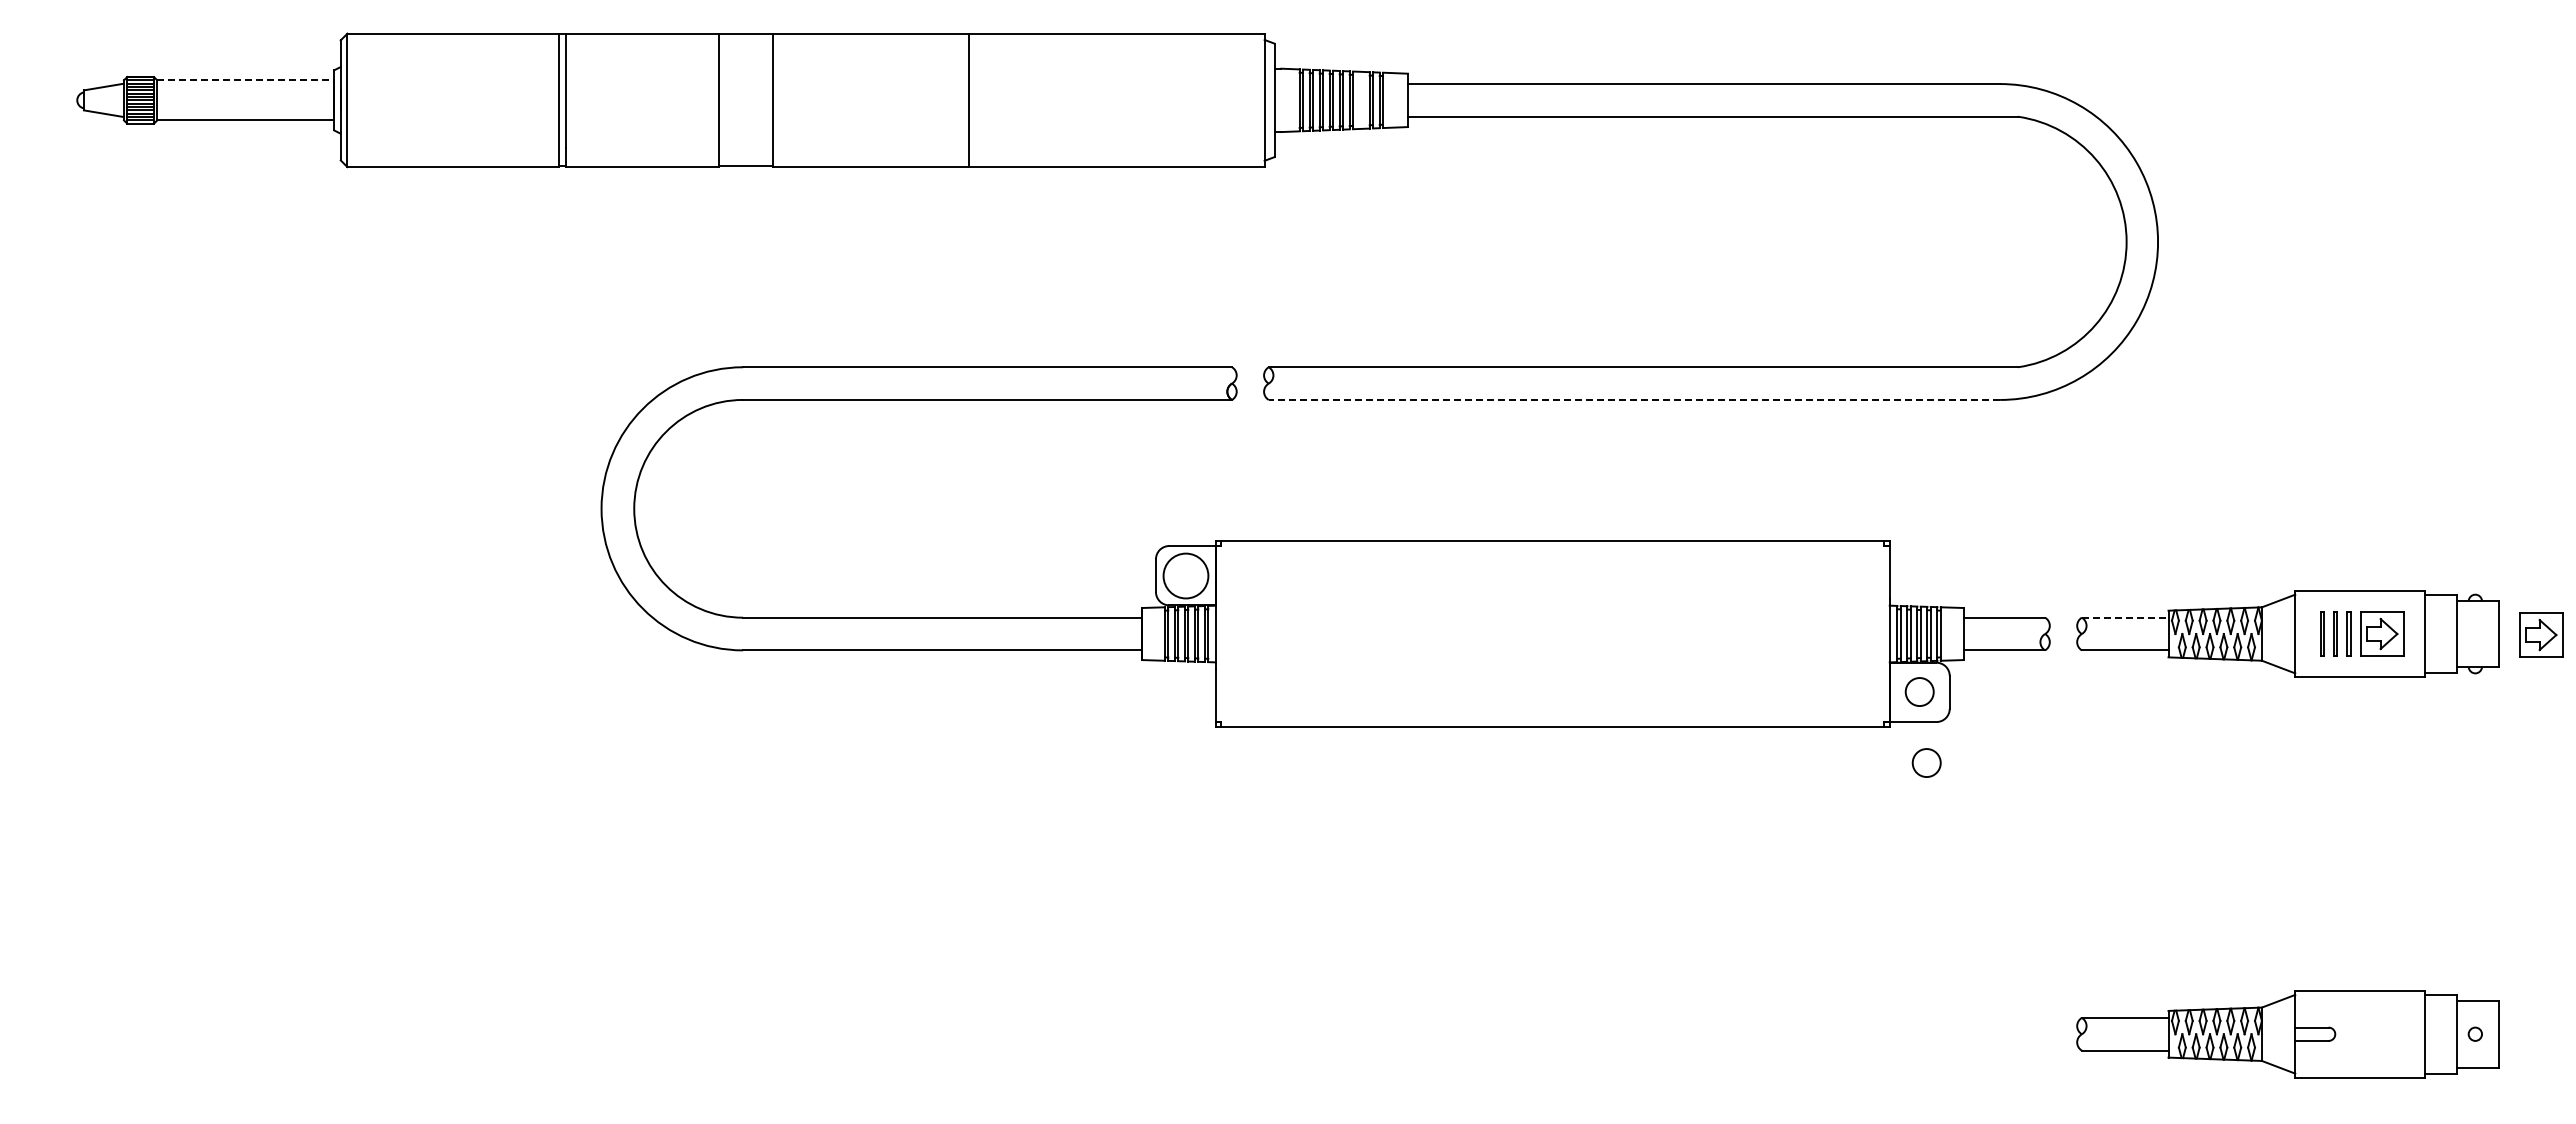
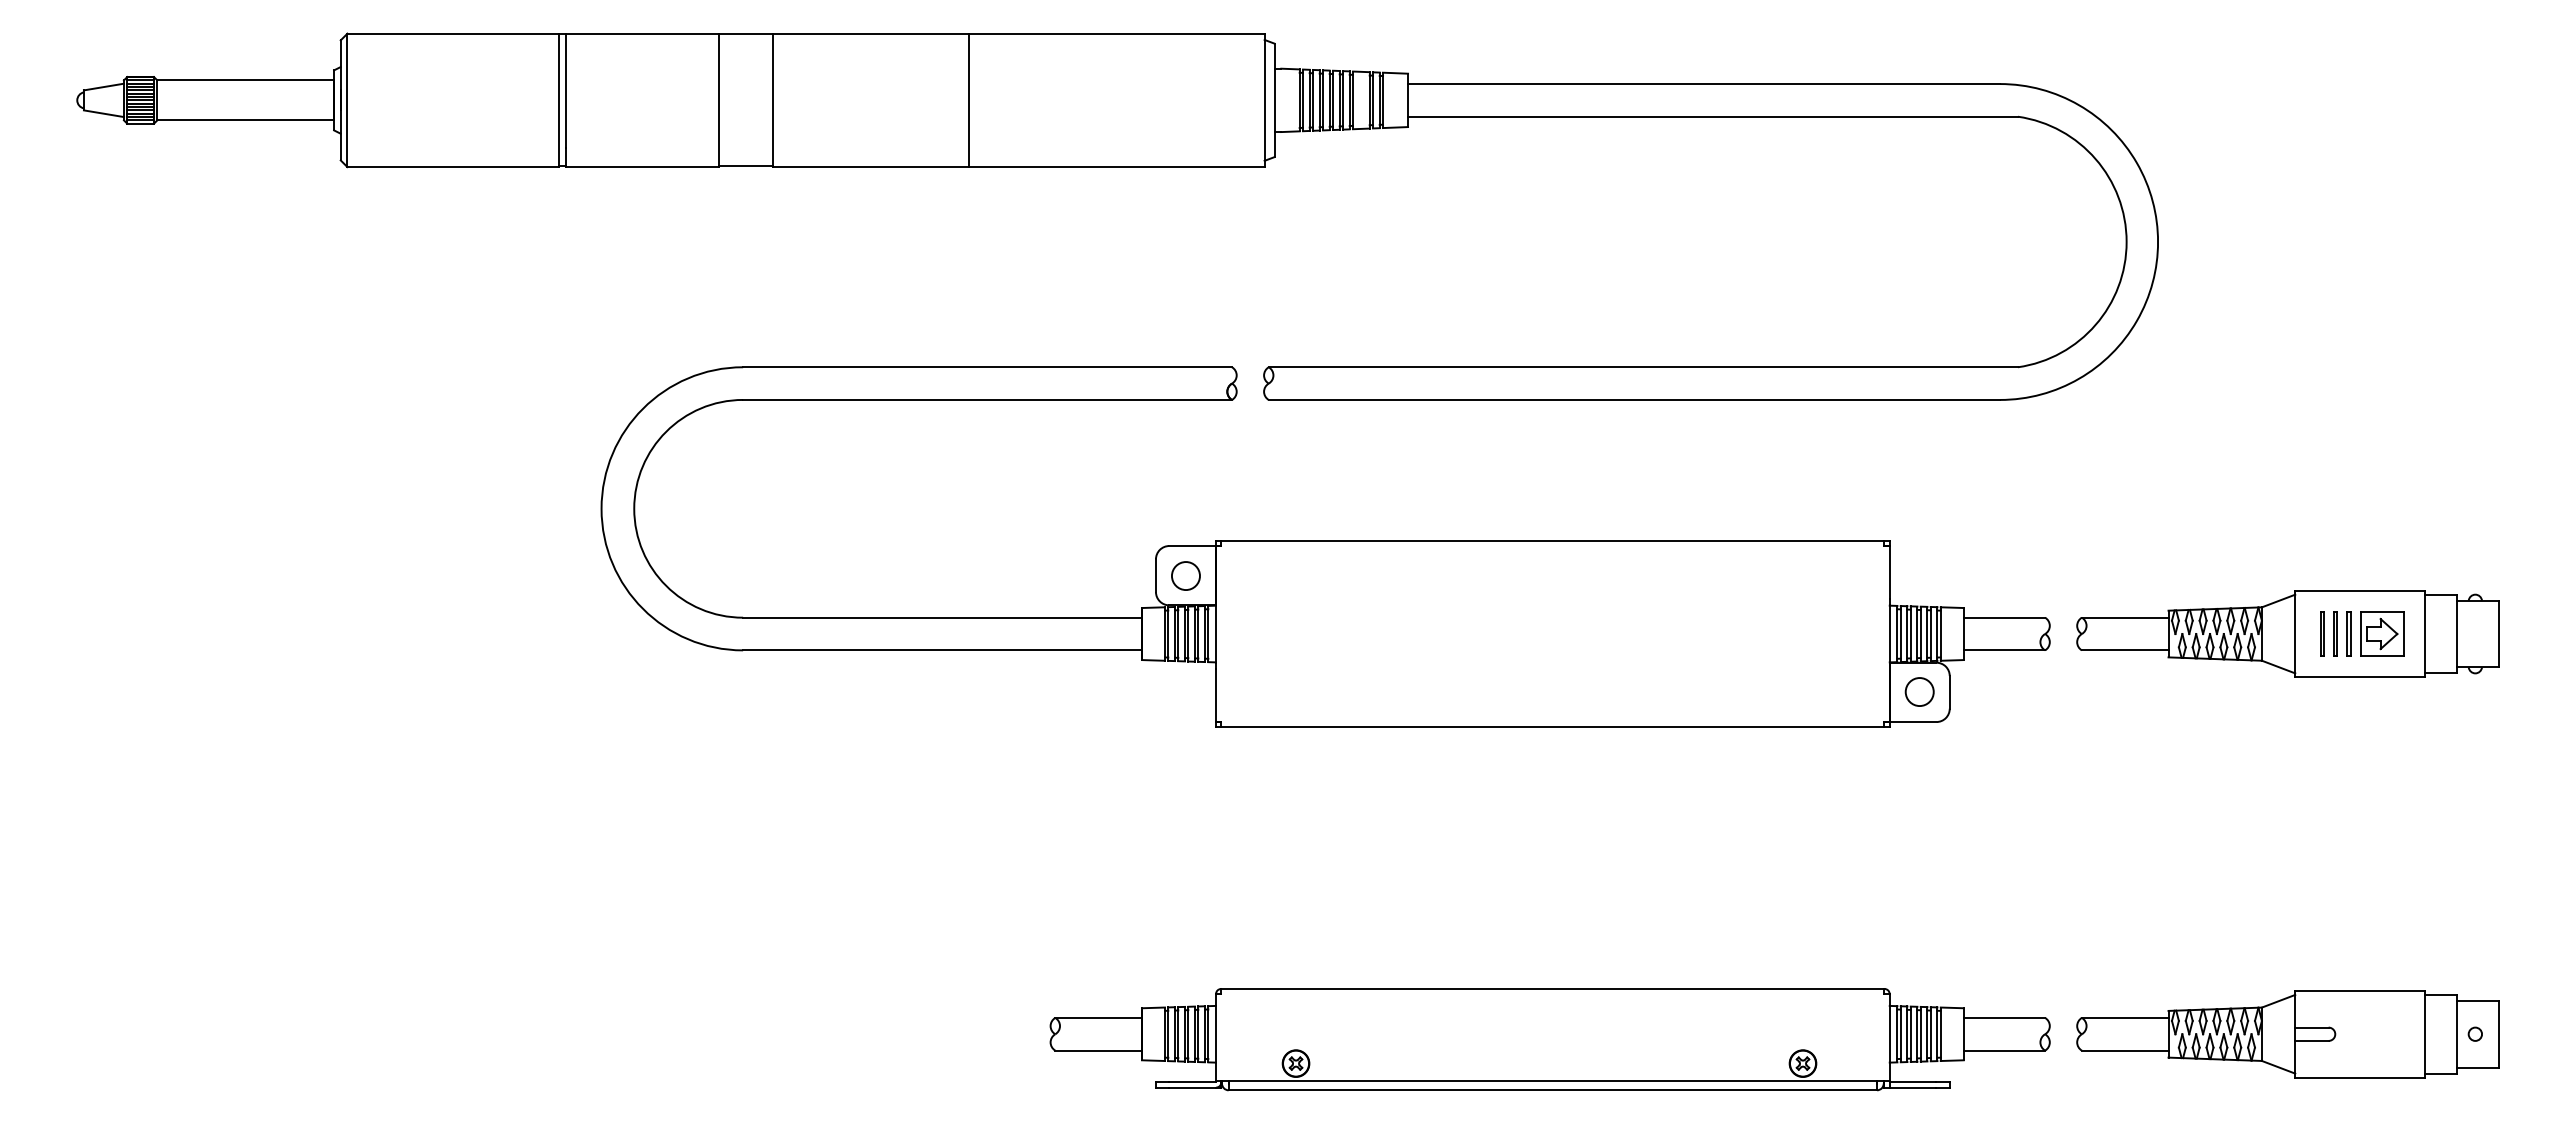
line at (246, 80): dashed -> solid
line at (1634, 399): dashed -> solid
circle at (1185, 575) diameter: 45 px -> 28 px
line at (2125, 617): dashed -> solid
part at (2541, 634): present -> none
circle at (1926, 762): present -> none
part at (1549, 1039): none -> present
